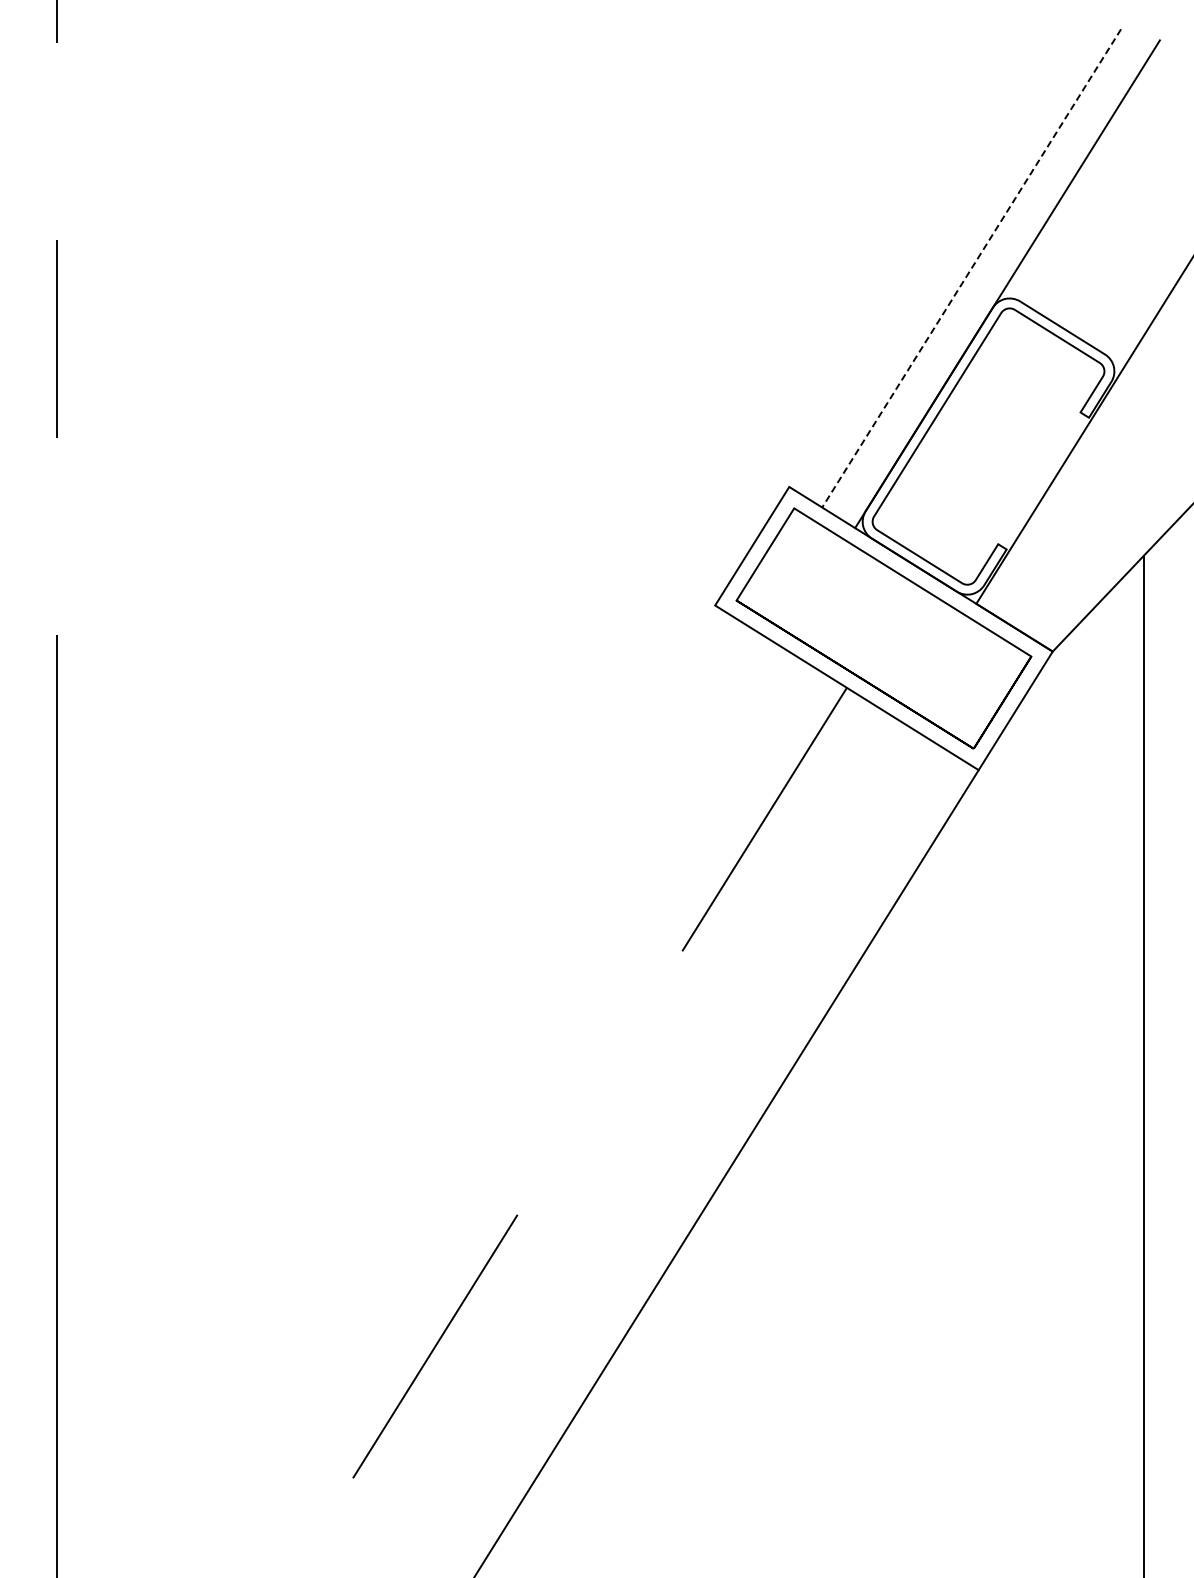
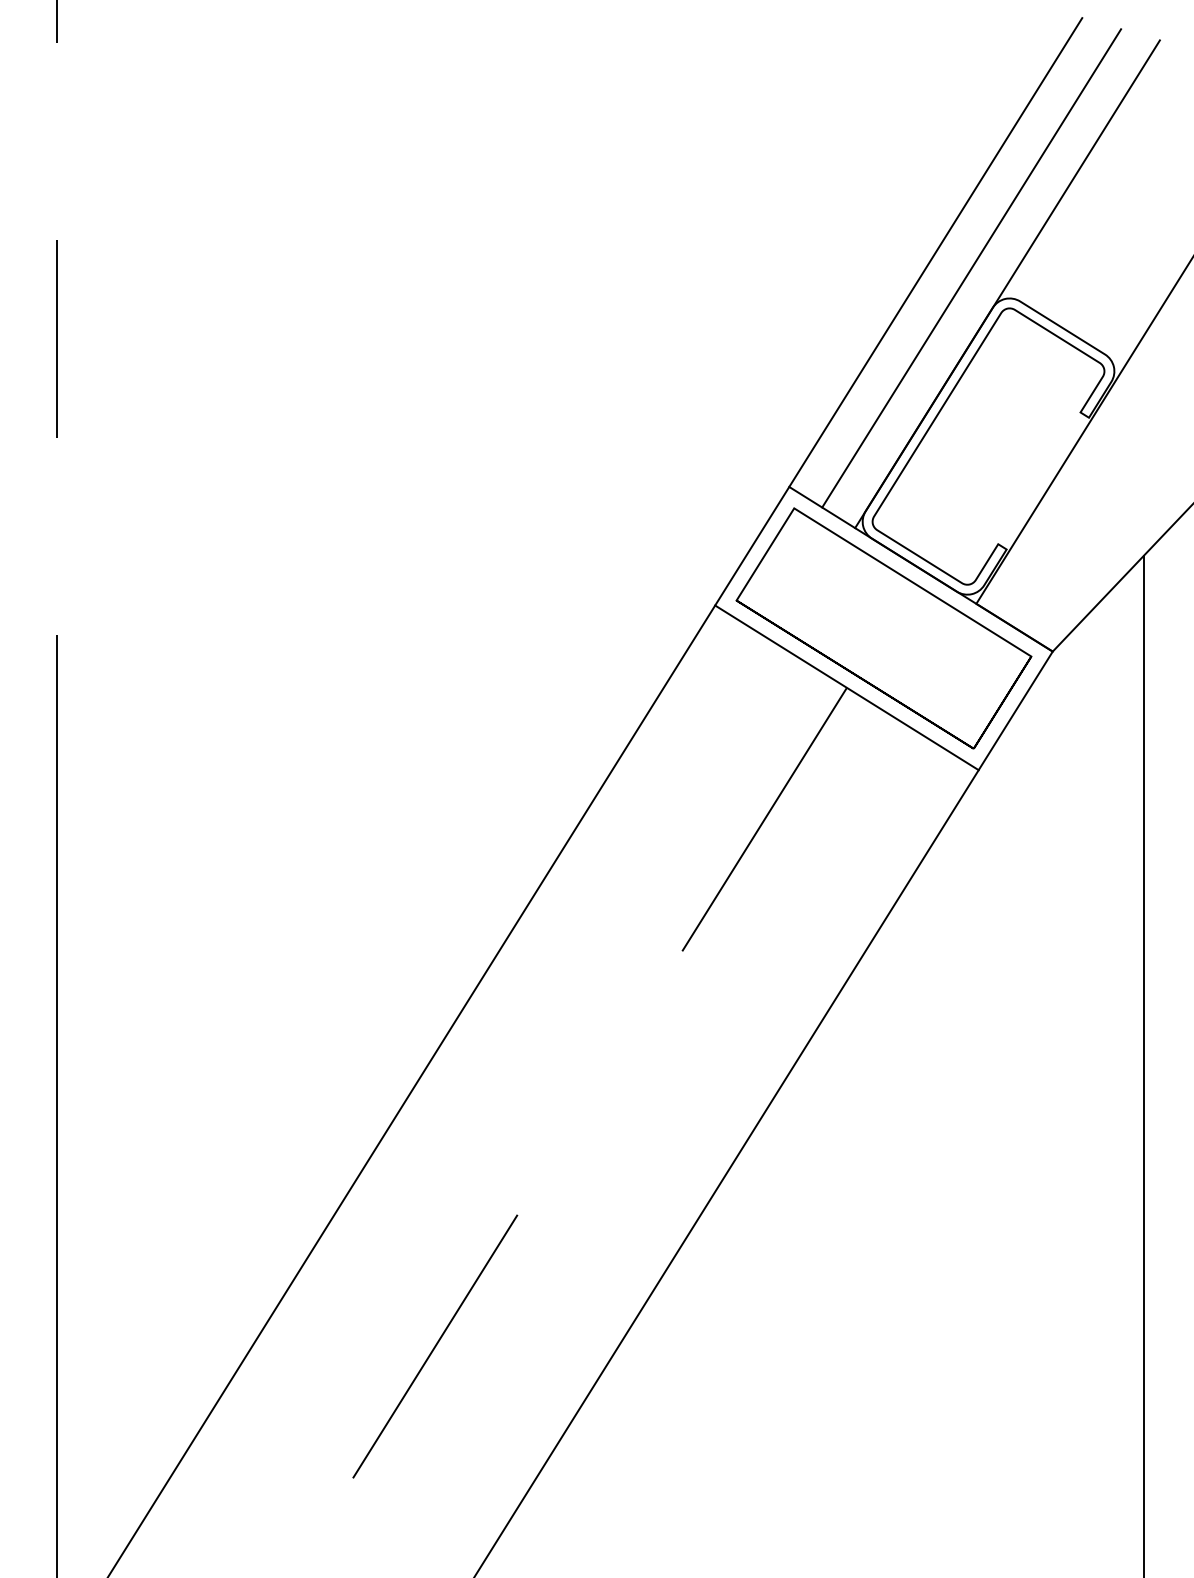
line at (935, 252): none -> present
line at (971, 268): dashed -> solid
line at (412, 1089): none -> present
